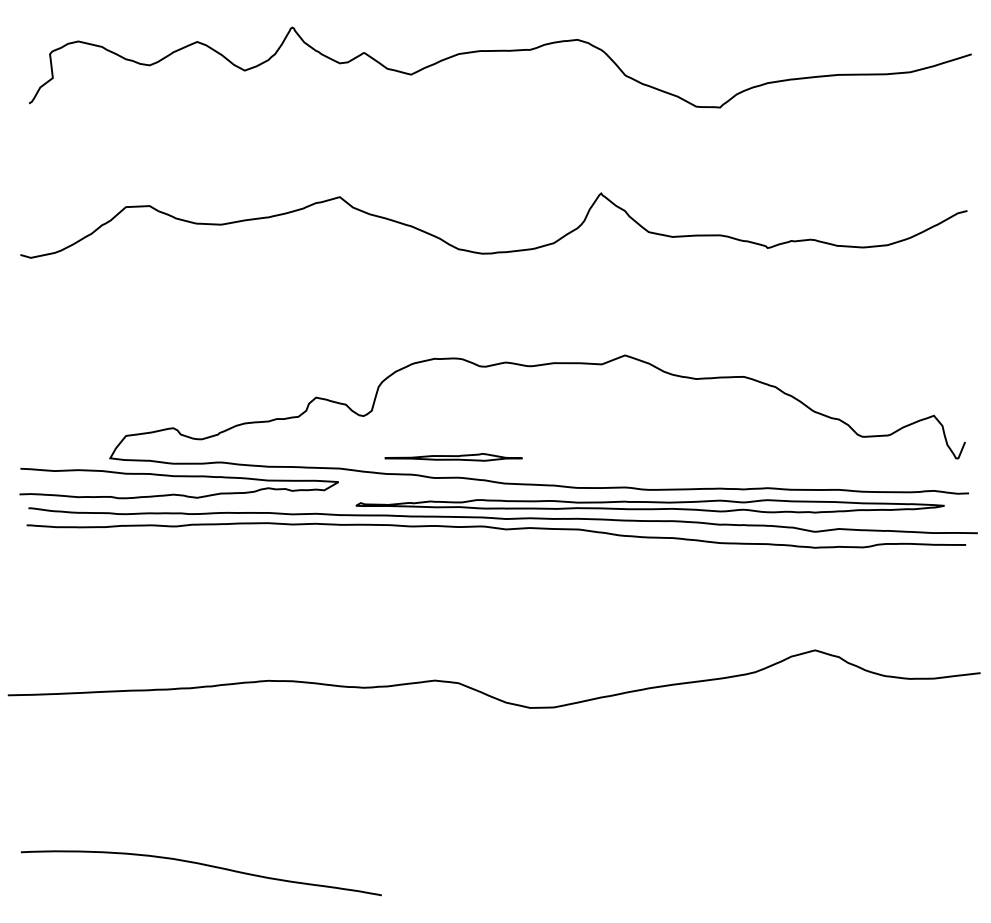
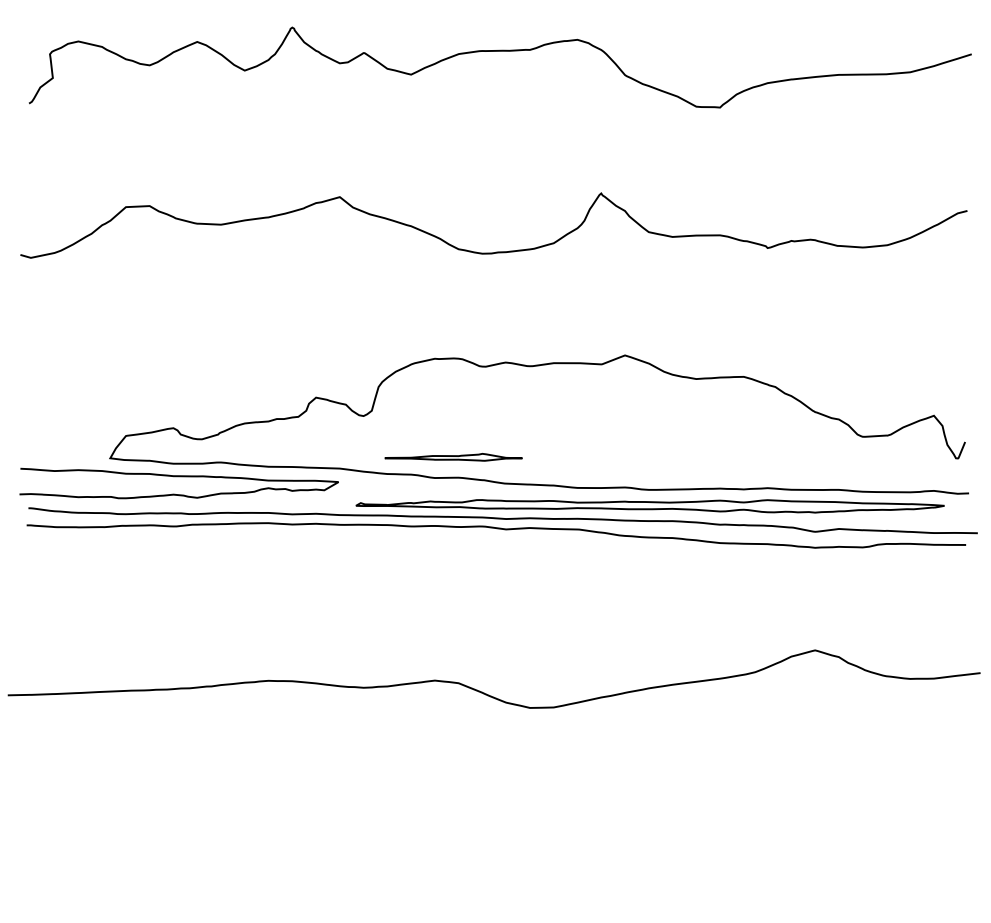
curve at (202, 865): present -> none
